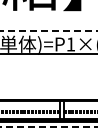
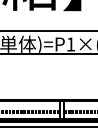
line at (49, 30): dashed -> solid
line at (48, 126): dashed -> solid
